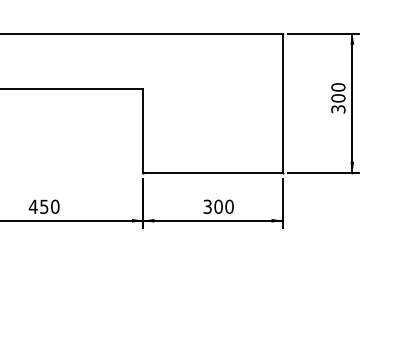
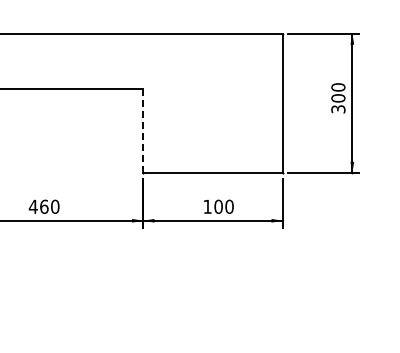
line at (143, 131): solid -> dashed
text at (44, 206): 450 -> 460
text at (207, 206): 300 -> 100
